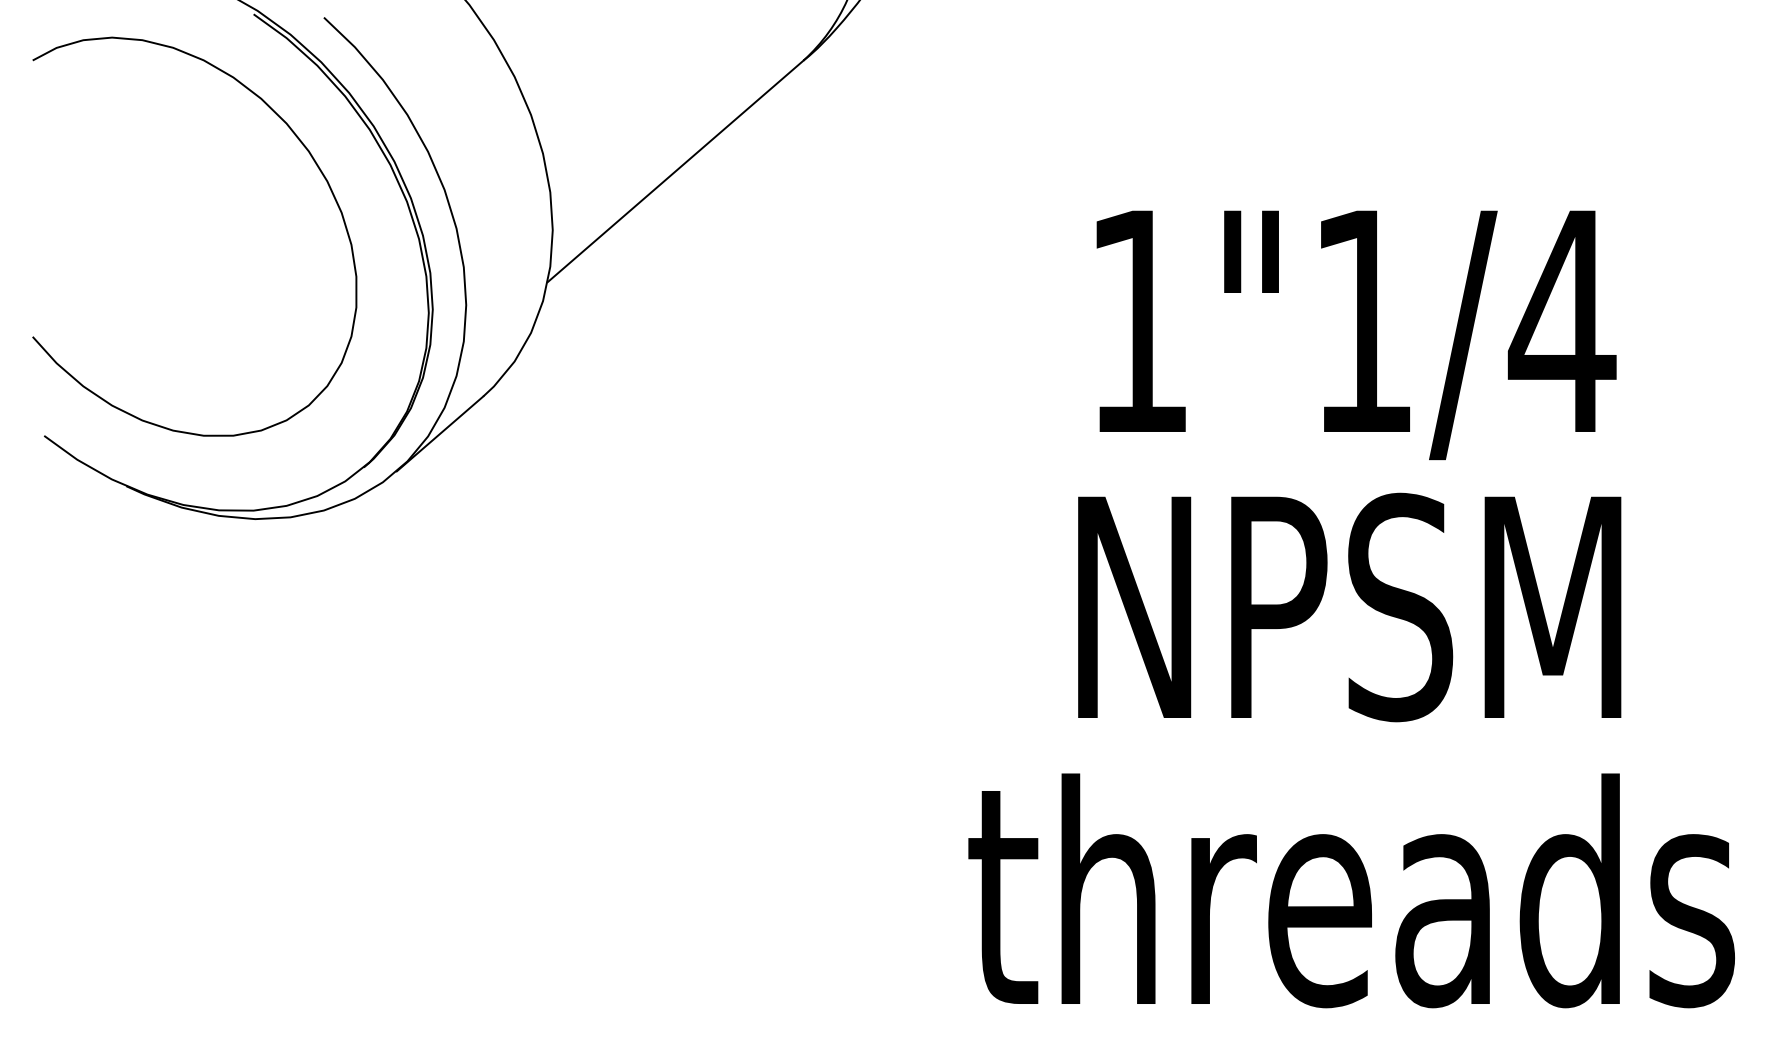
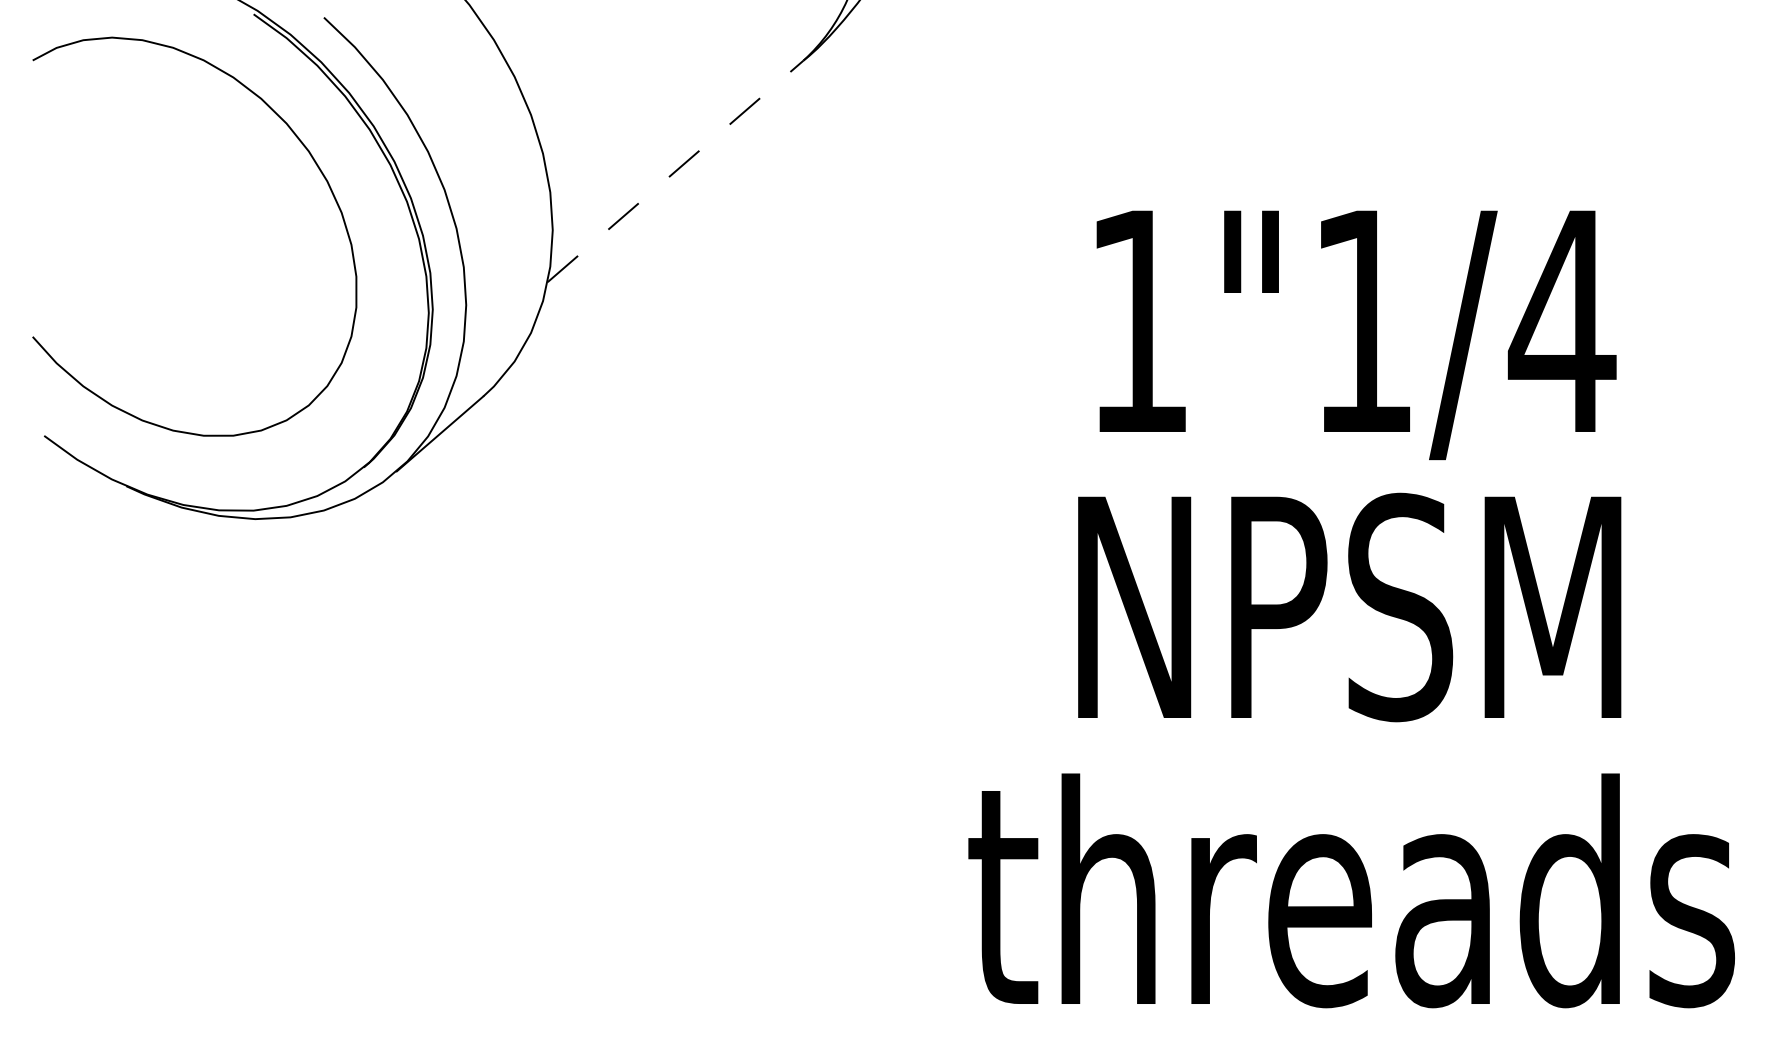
line at (675, 171): solid -> dashed
